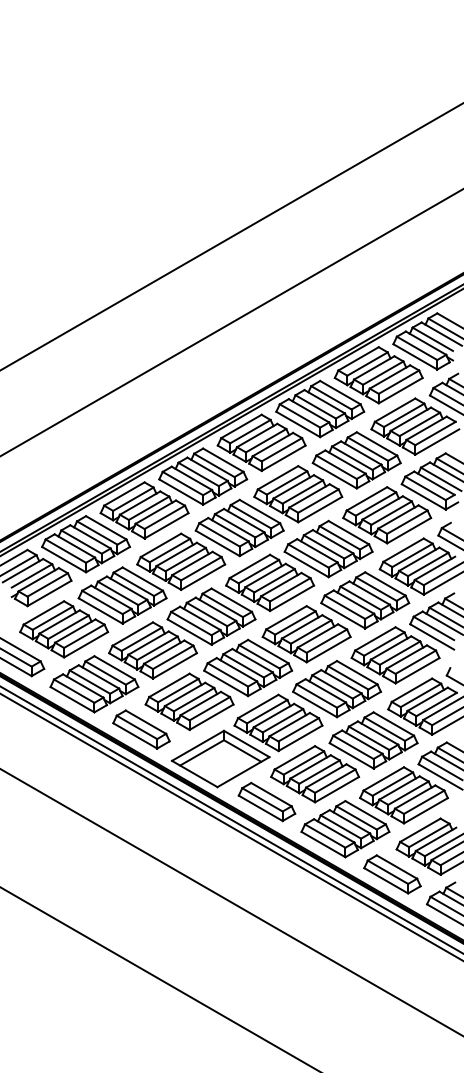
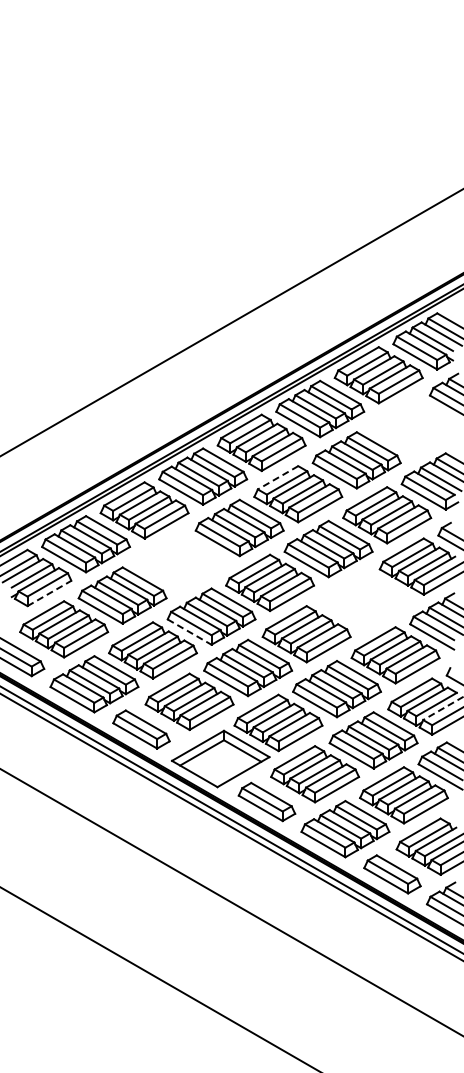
line at (231, 236): present -> none
part at (415, 426): present -> none
line at (277, 478): solid -> dashed
part at (181, 561): present -> none
line at (49, 593): solid -> dashed
part at (365, 600): present -> none
line at (190, 632): solid -> dashed
line at (442, 708): solid -> dashed
